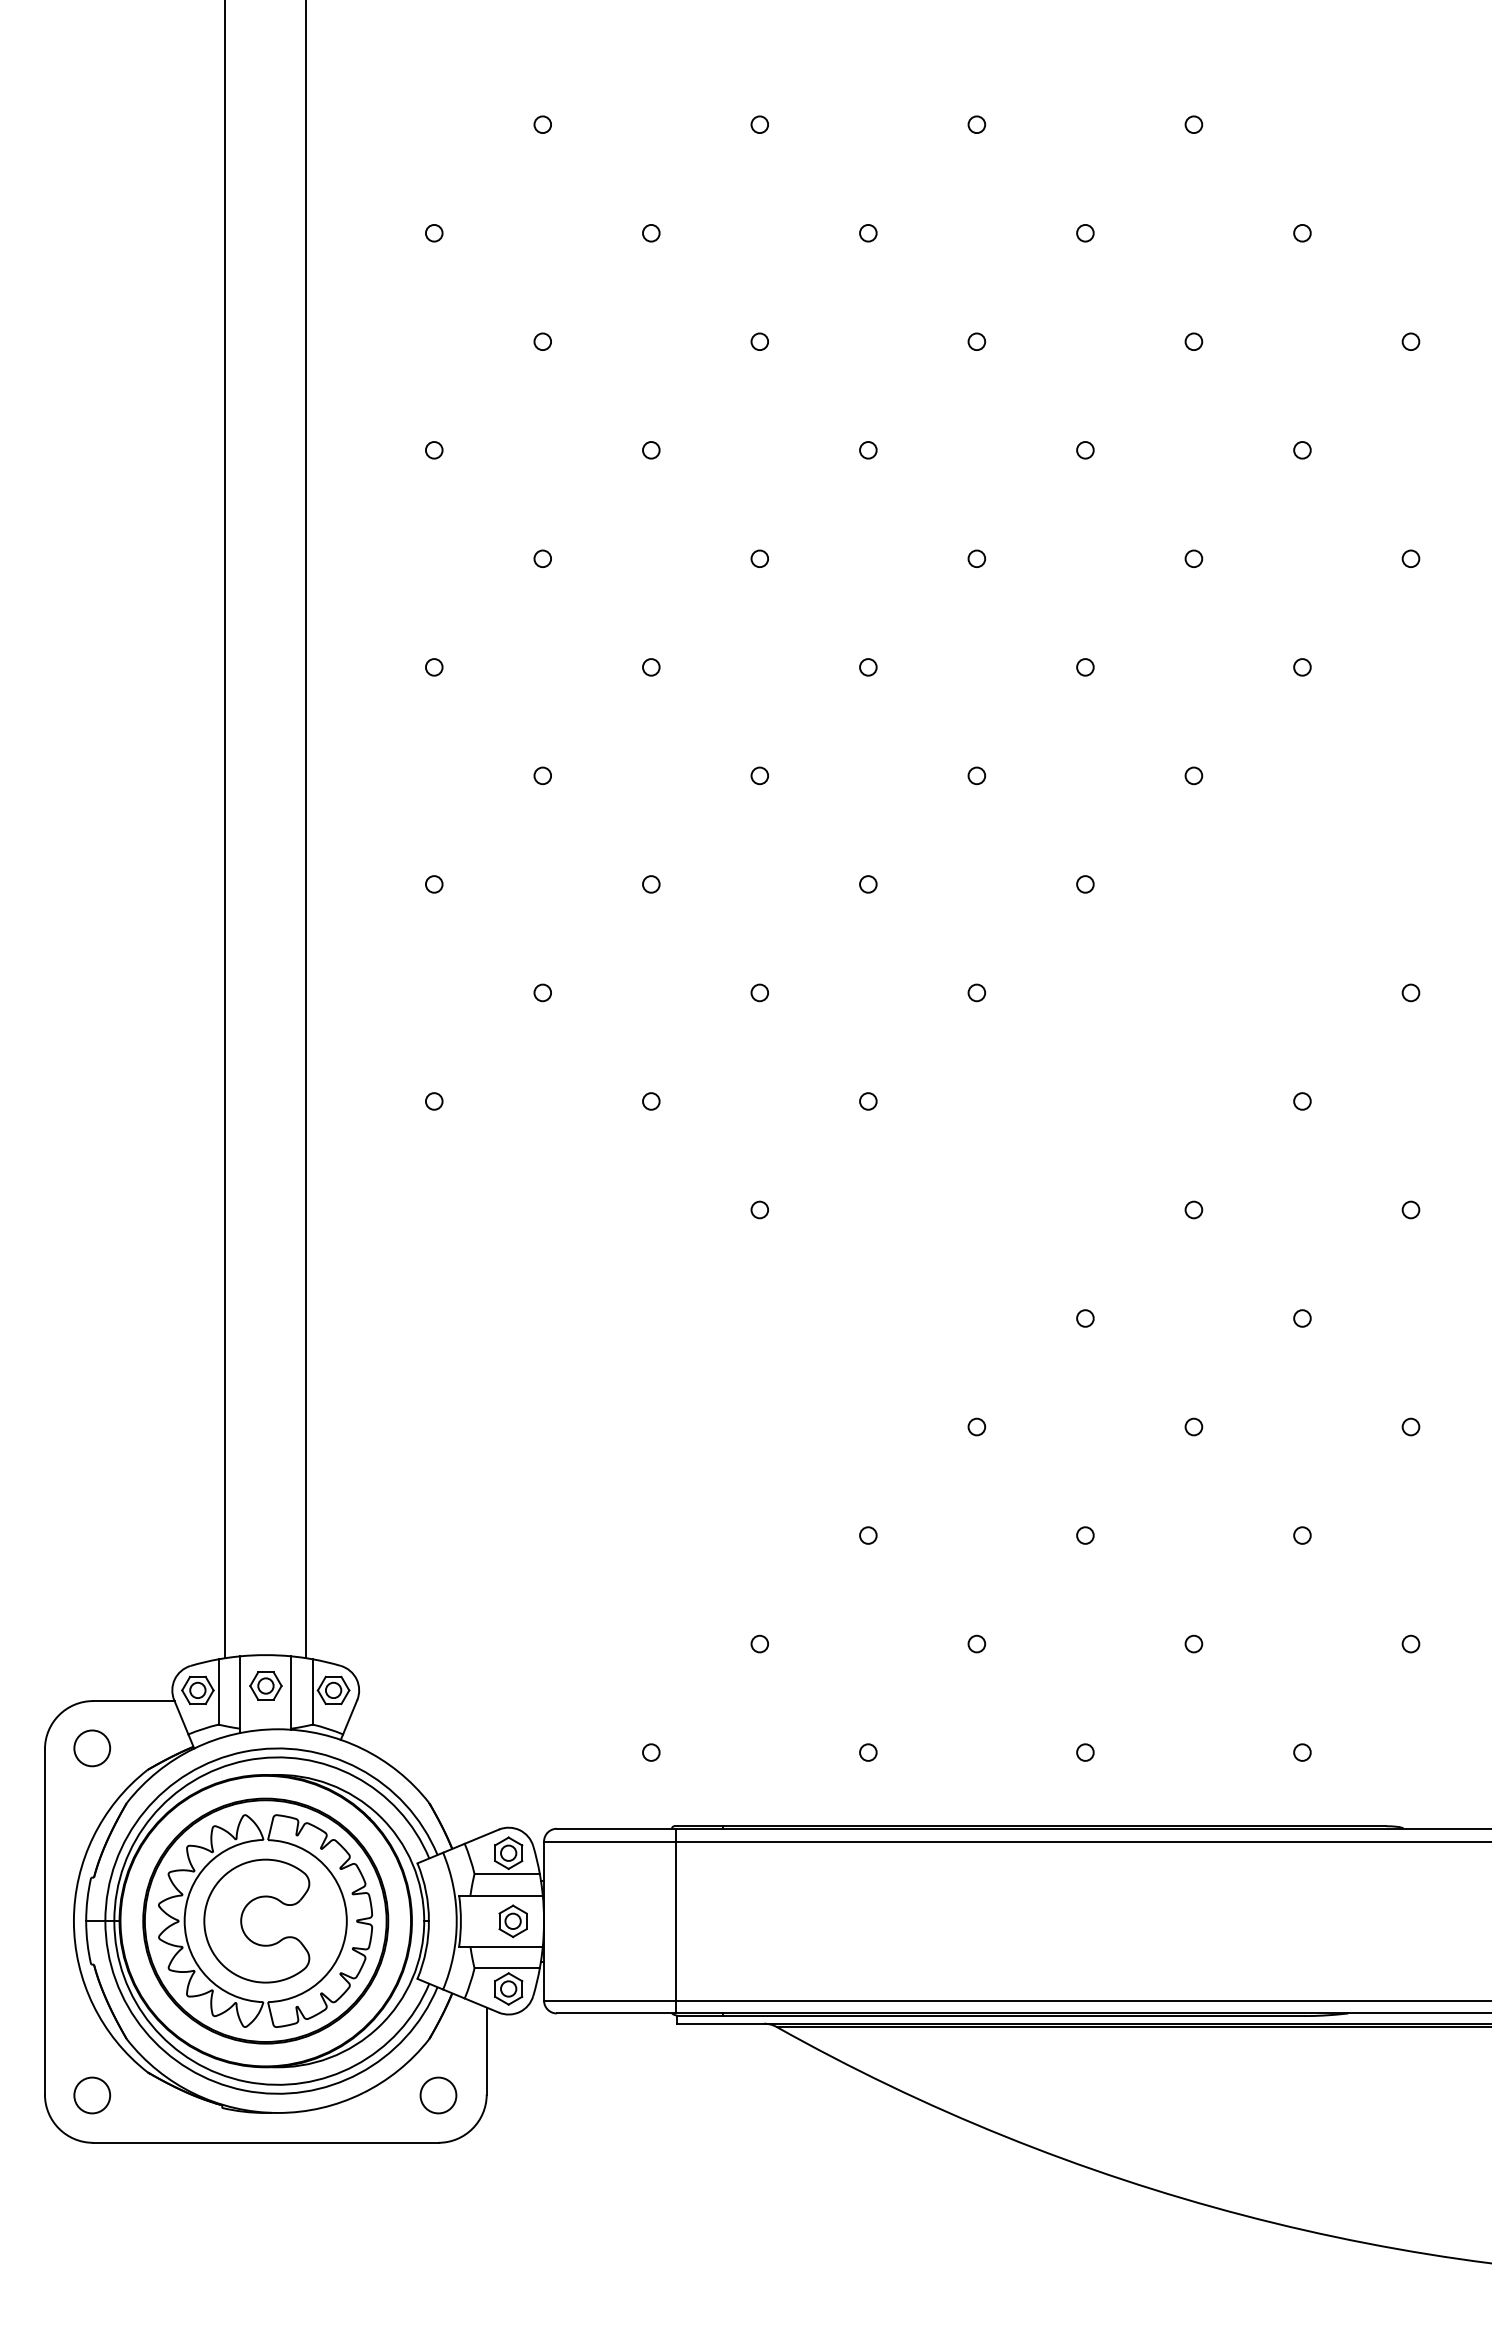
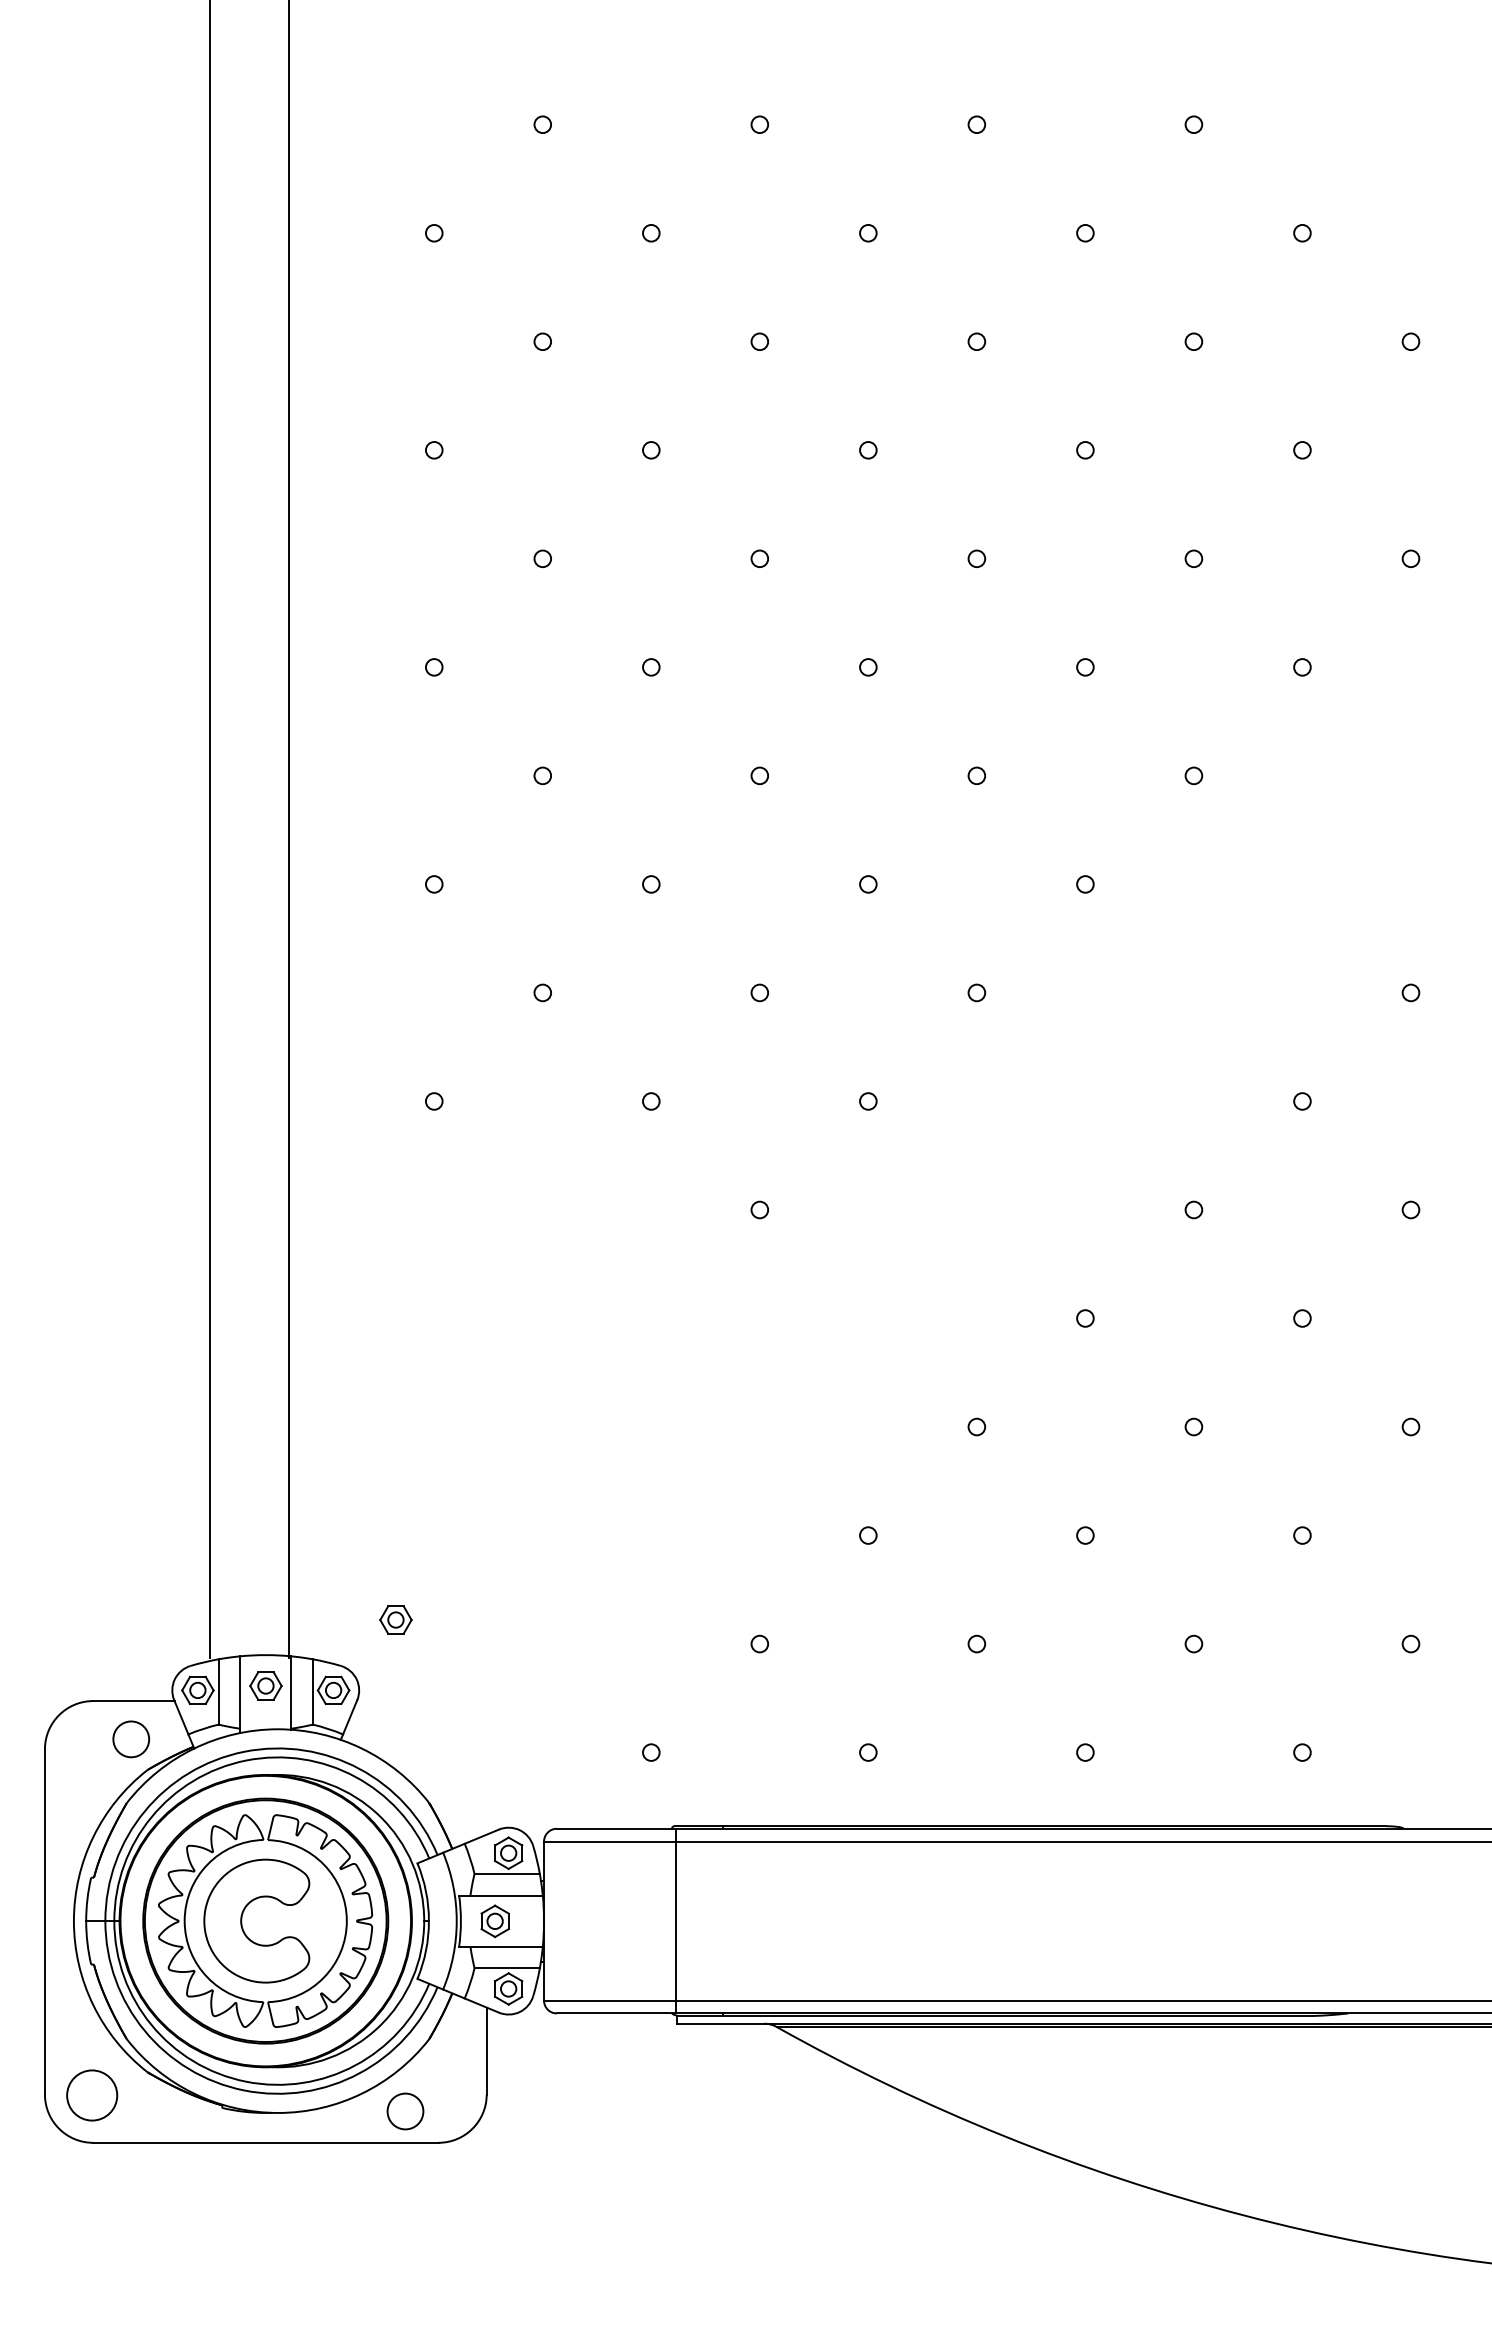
line at (225, 830) position: (225, 830) -> (210, 830)
line at (306, 830) position: (306, 830) -> (289, 830)
part at (395, 1619): none -> present
circle at (92, 1748) position: (92, 1748) -> (131, 1739)
part at (512, 1921) position: (512, 1921) -> (494, 1921)
circle at (92, 2095) size: 39x39 px -> 53x53 px
circle at (438, 2095) position: (438, 2095) -> (405, 2111)
